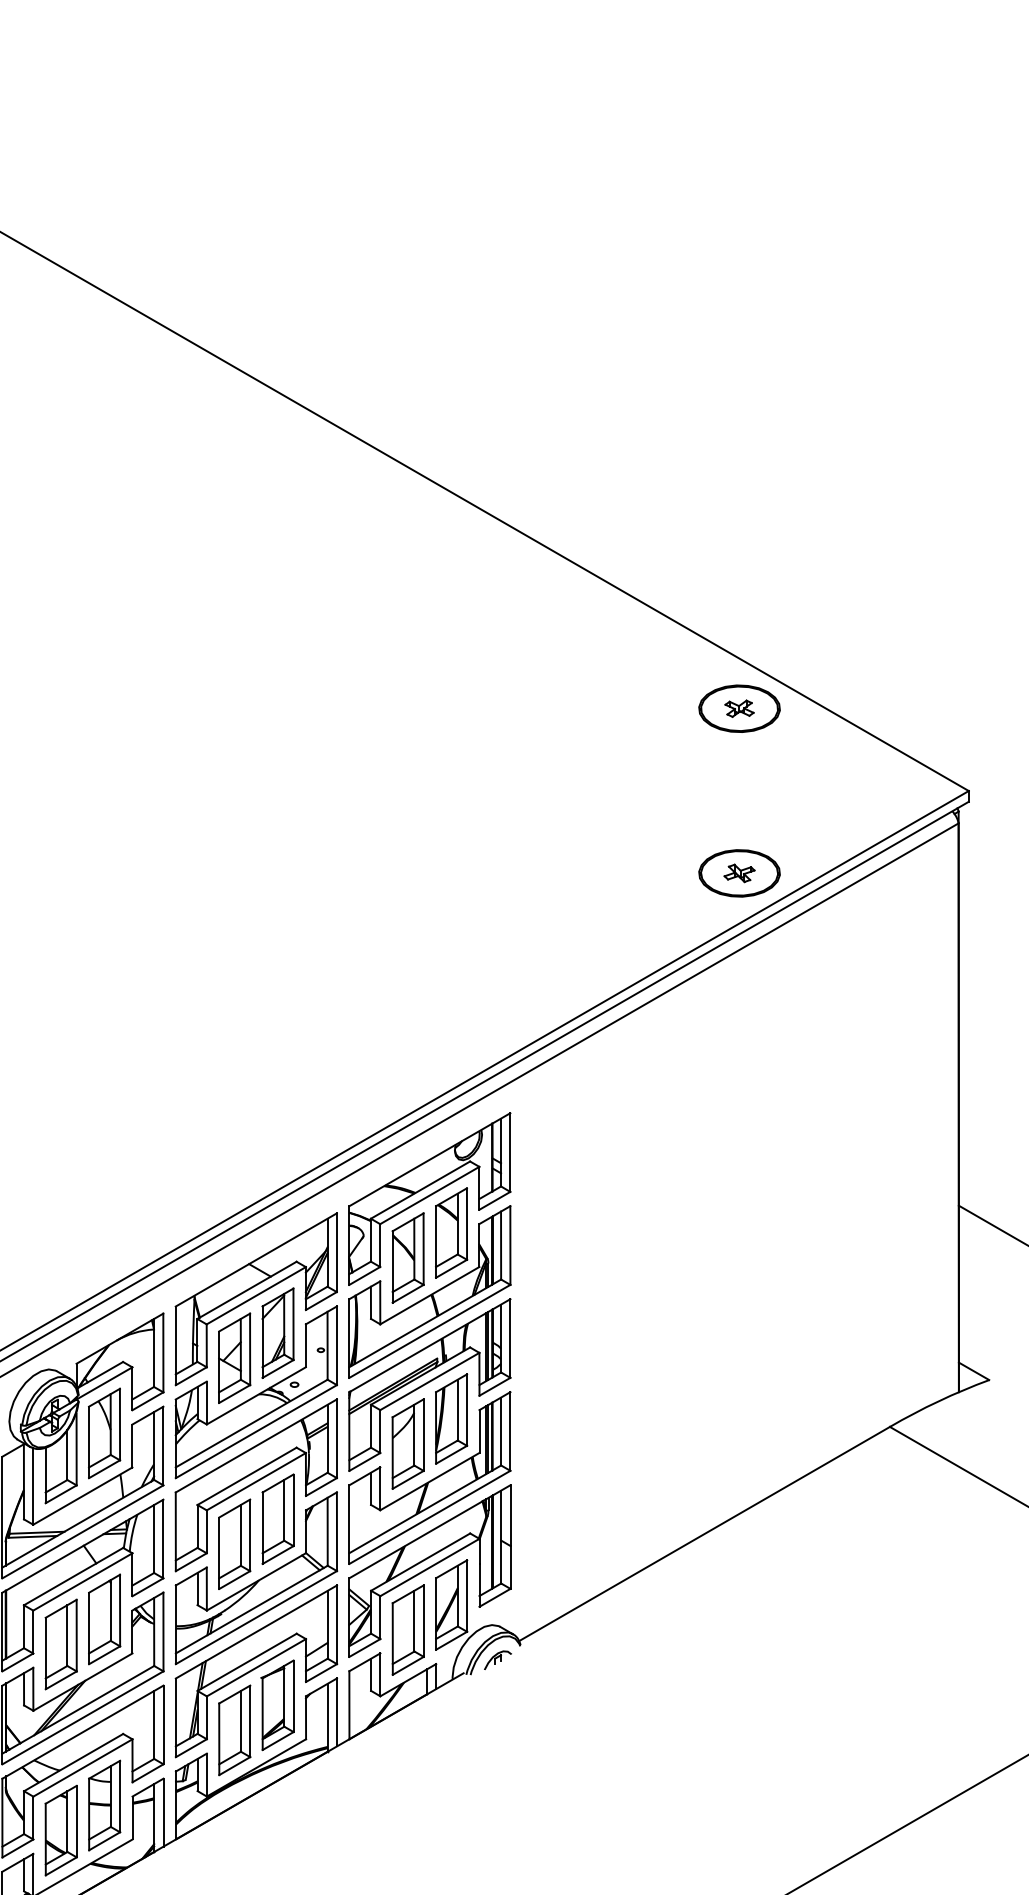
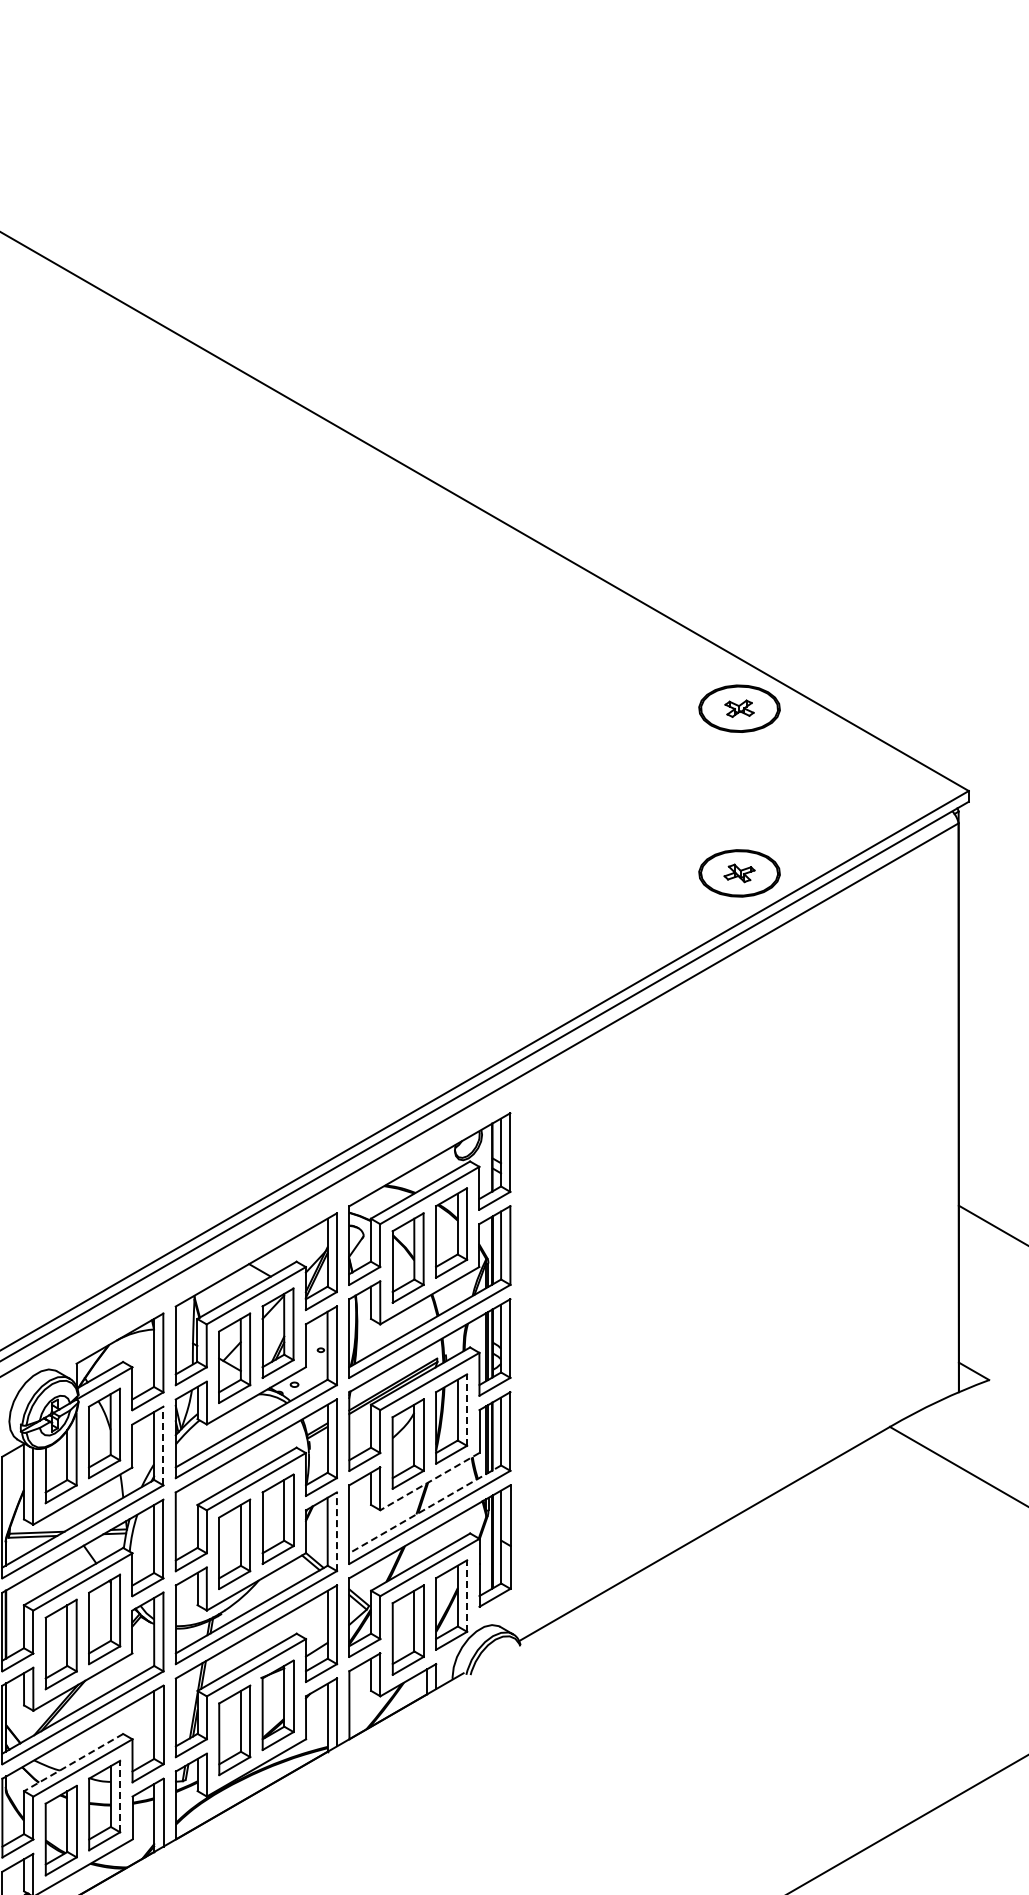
line at (467, 1410): solid -> dashed
line at (163, 1445): solid -> dashed
line at (429, 1481): solid -> dashed
line at (425, 1509): solid -> dashed
line at (336, 1531): solid -> dashed
line at (467, 1596): solid -> dashed
part at (497, 1659): present -> none
line at (73, 1762): solid -> dashed
line at (120, 1796): solid -> dashed
